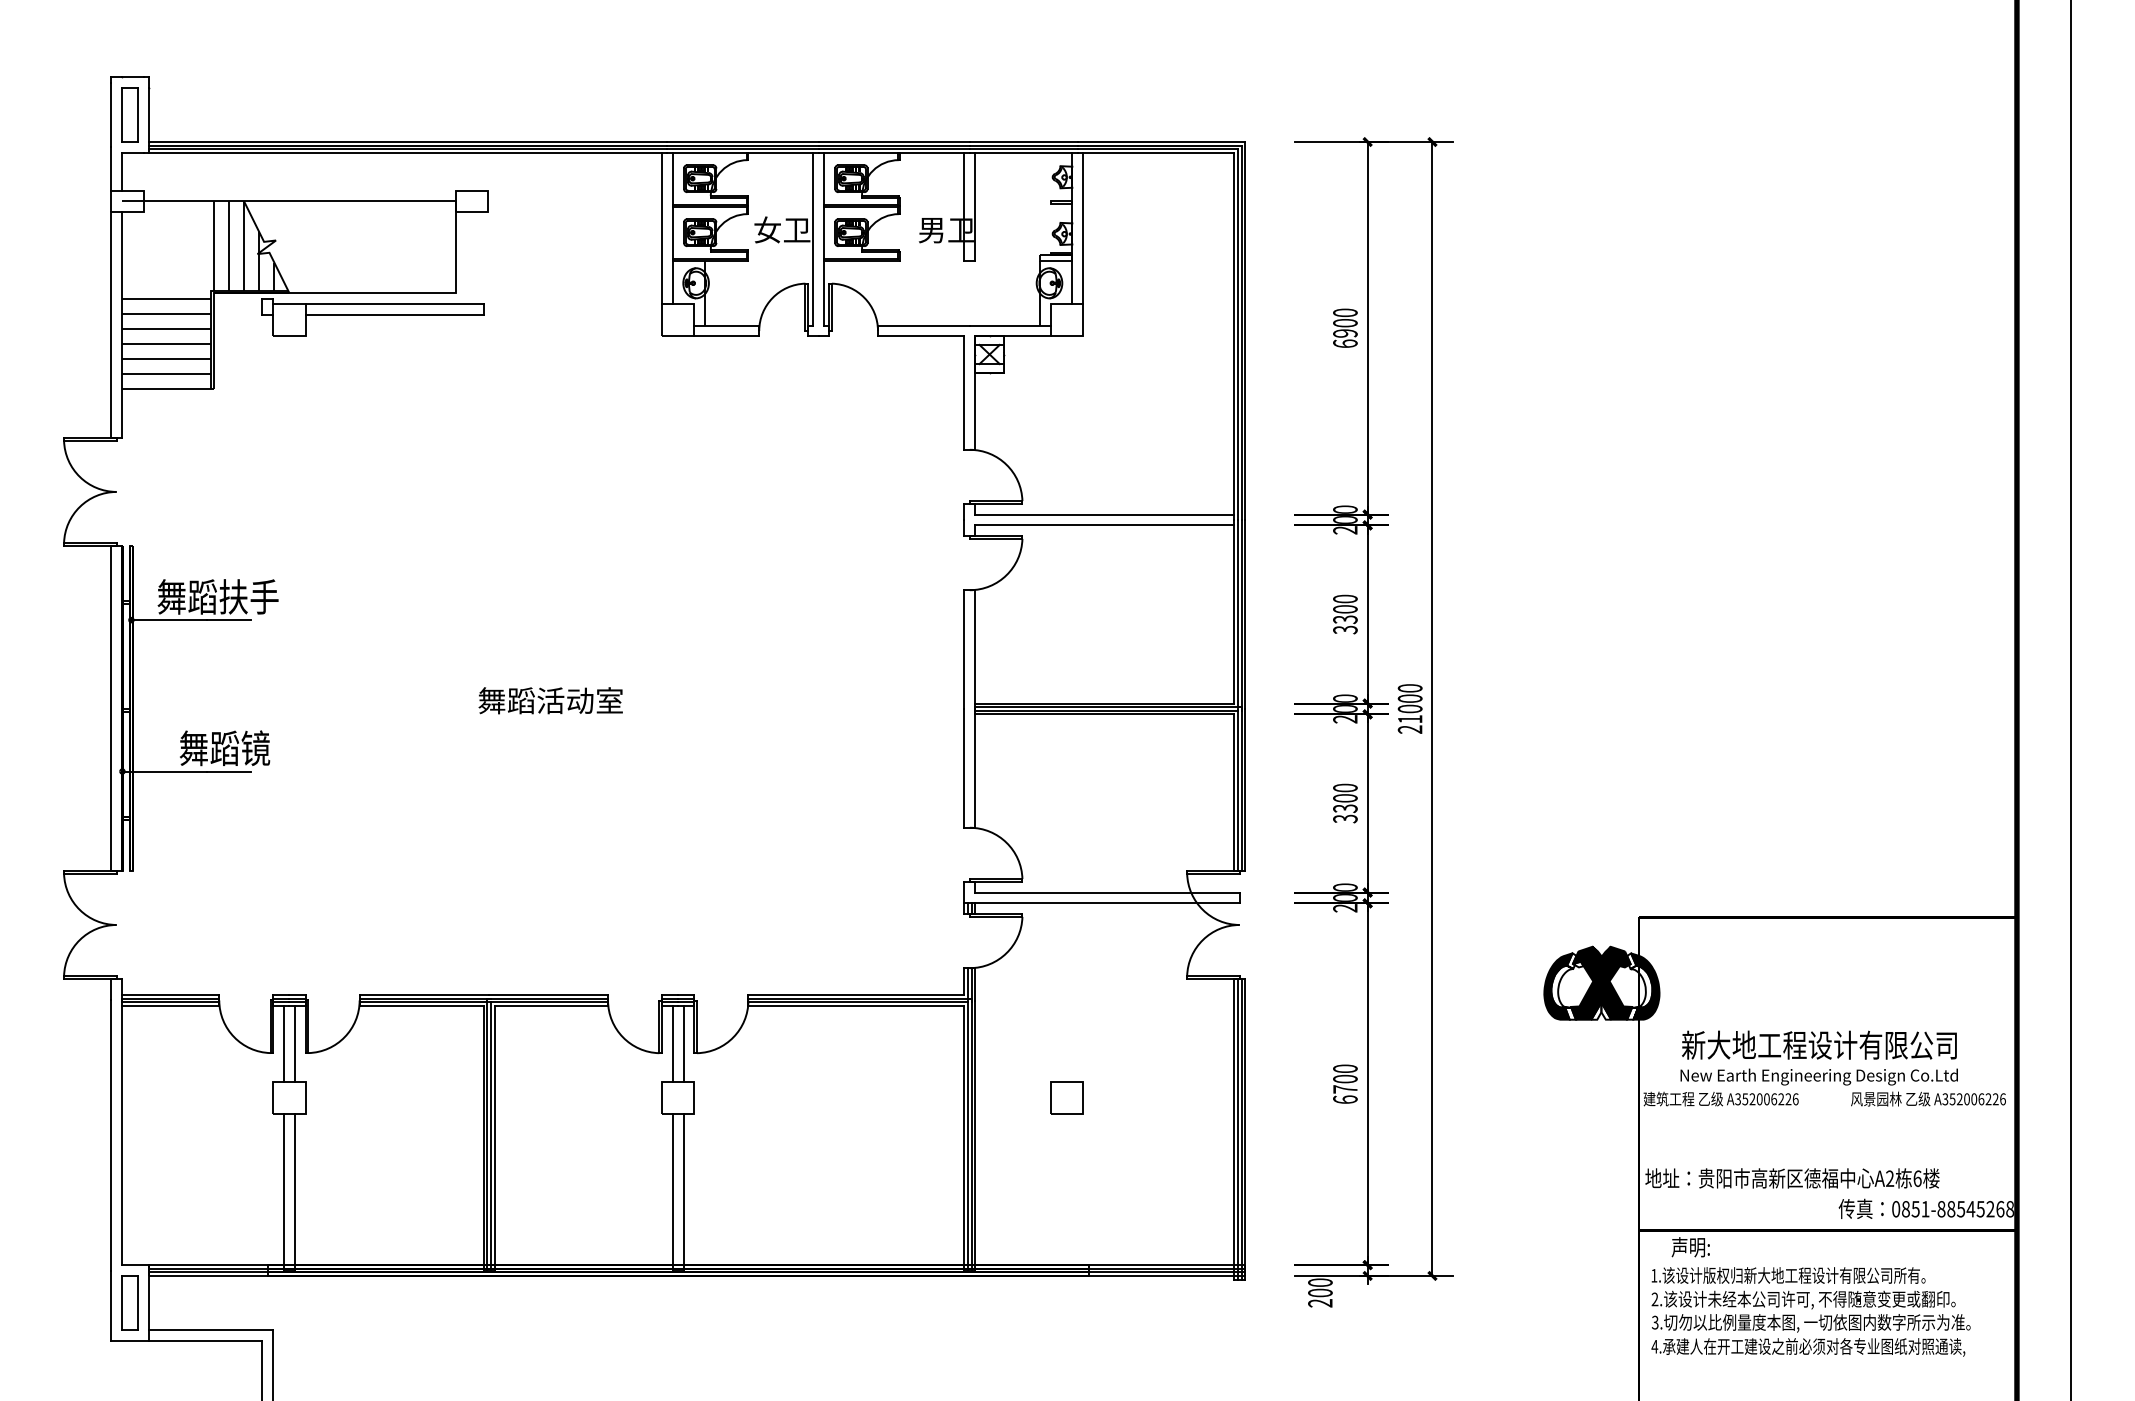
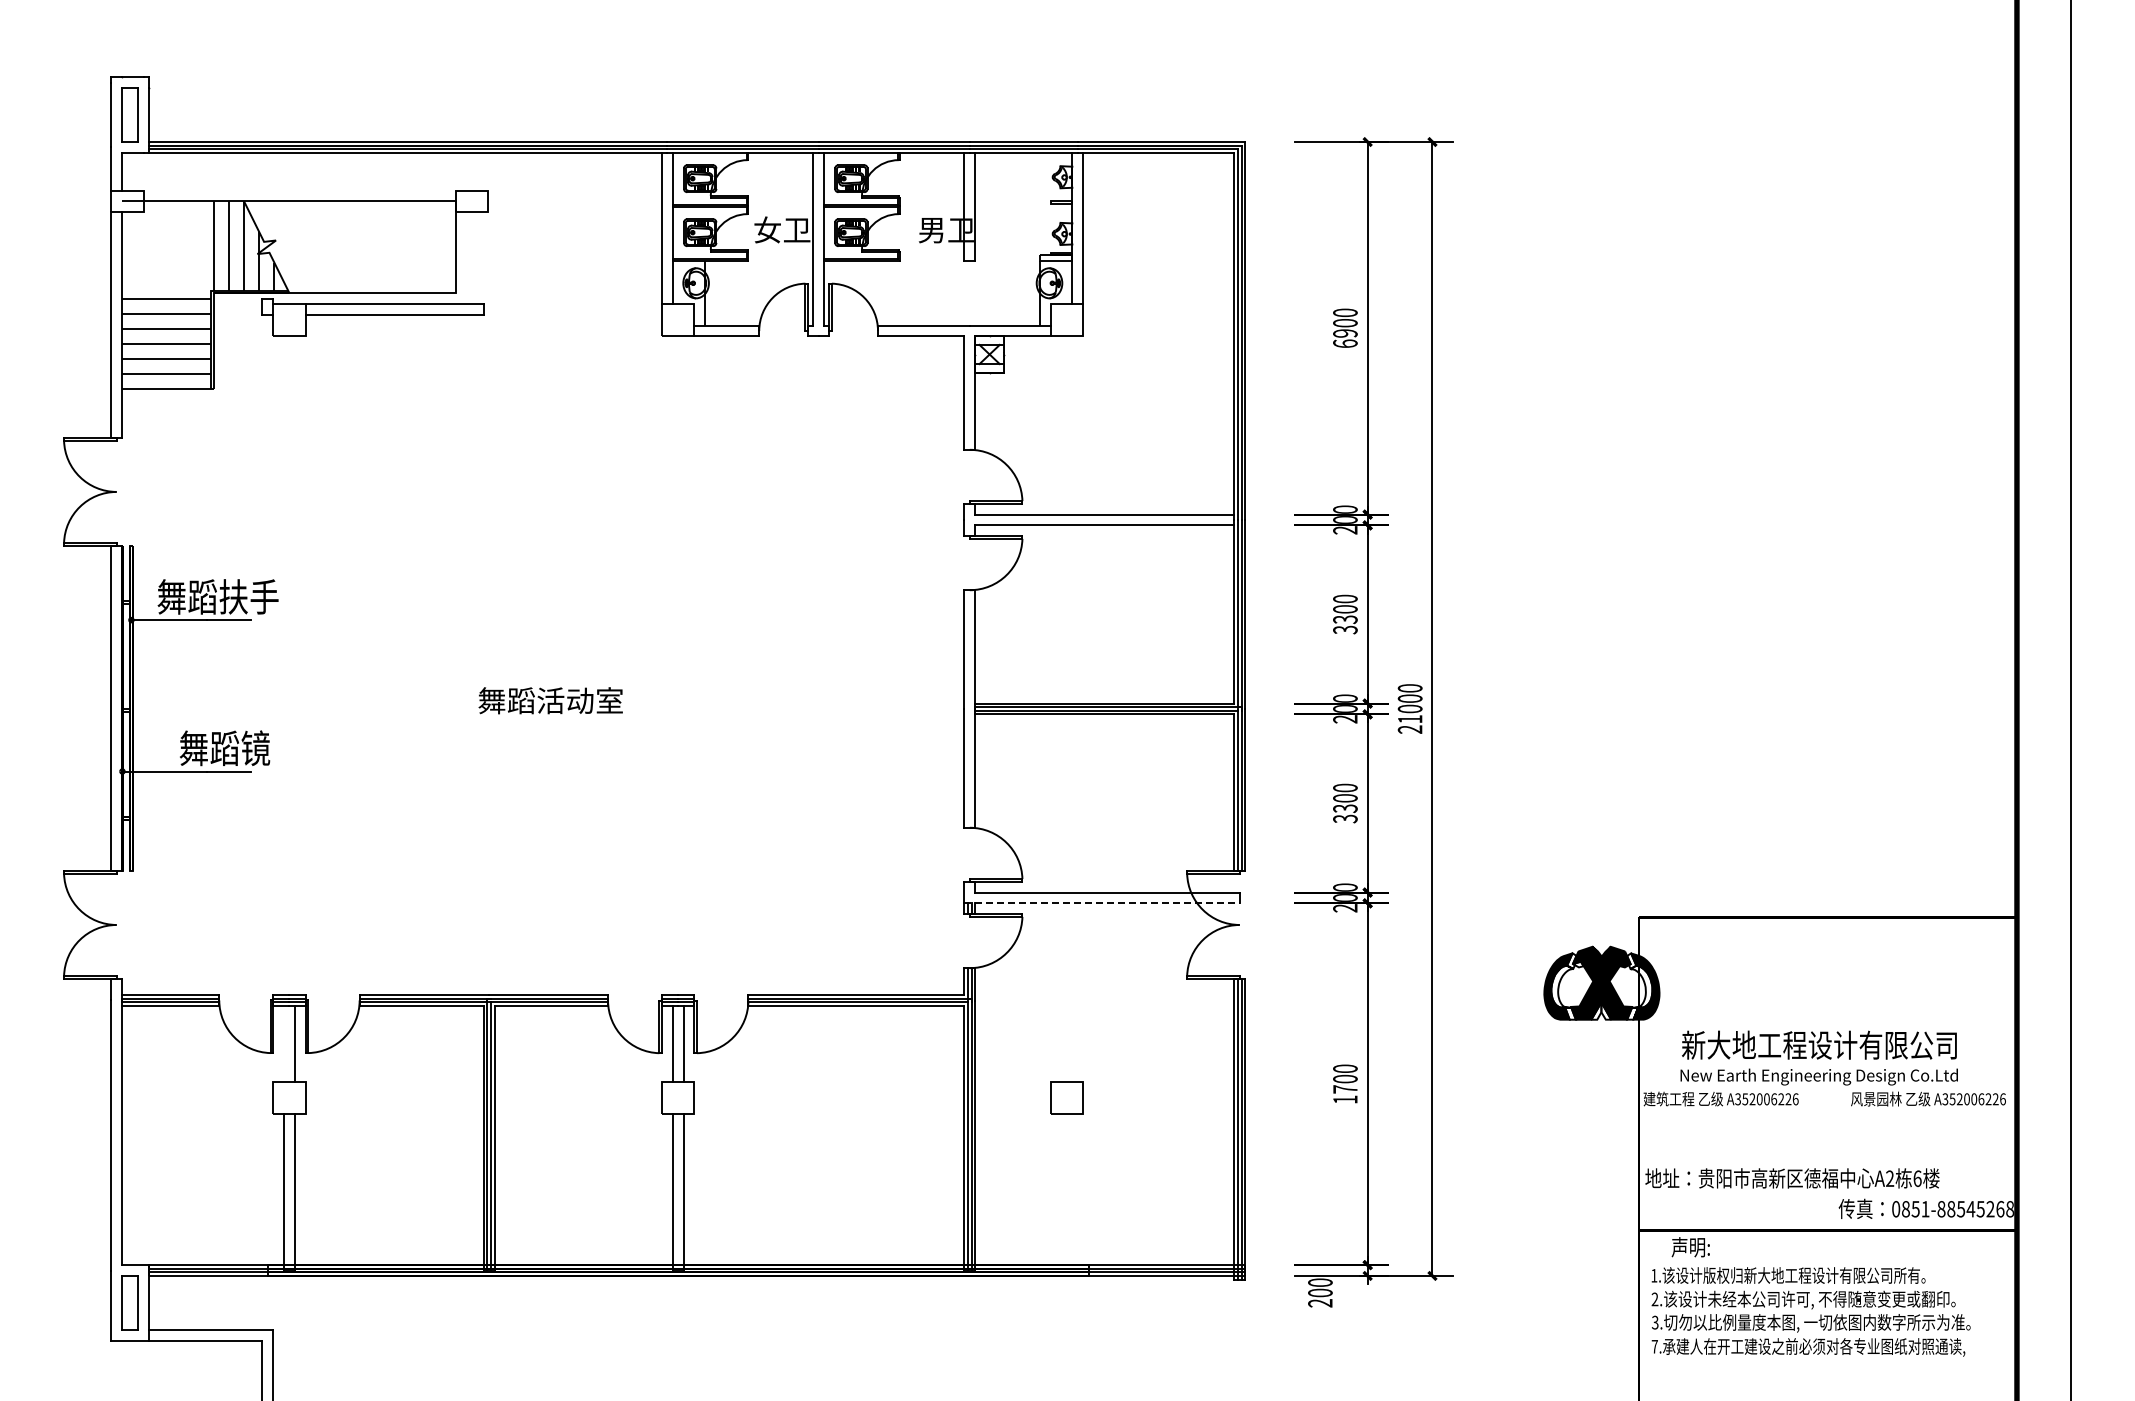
line at (1102, 903): solid -> dashed
line at (284, 1043): present -> none
text at (1345, 1099): 6700 -> 1700
text at (1654, 1346): 4. -> 7.
